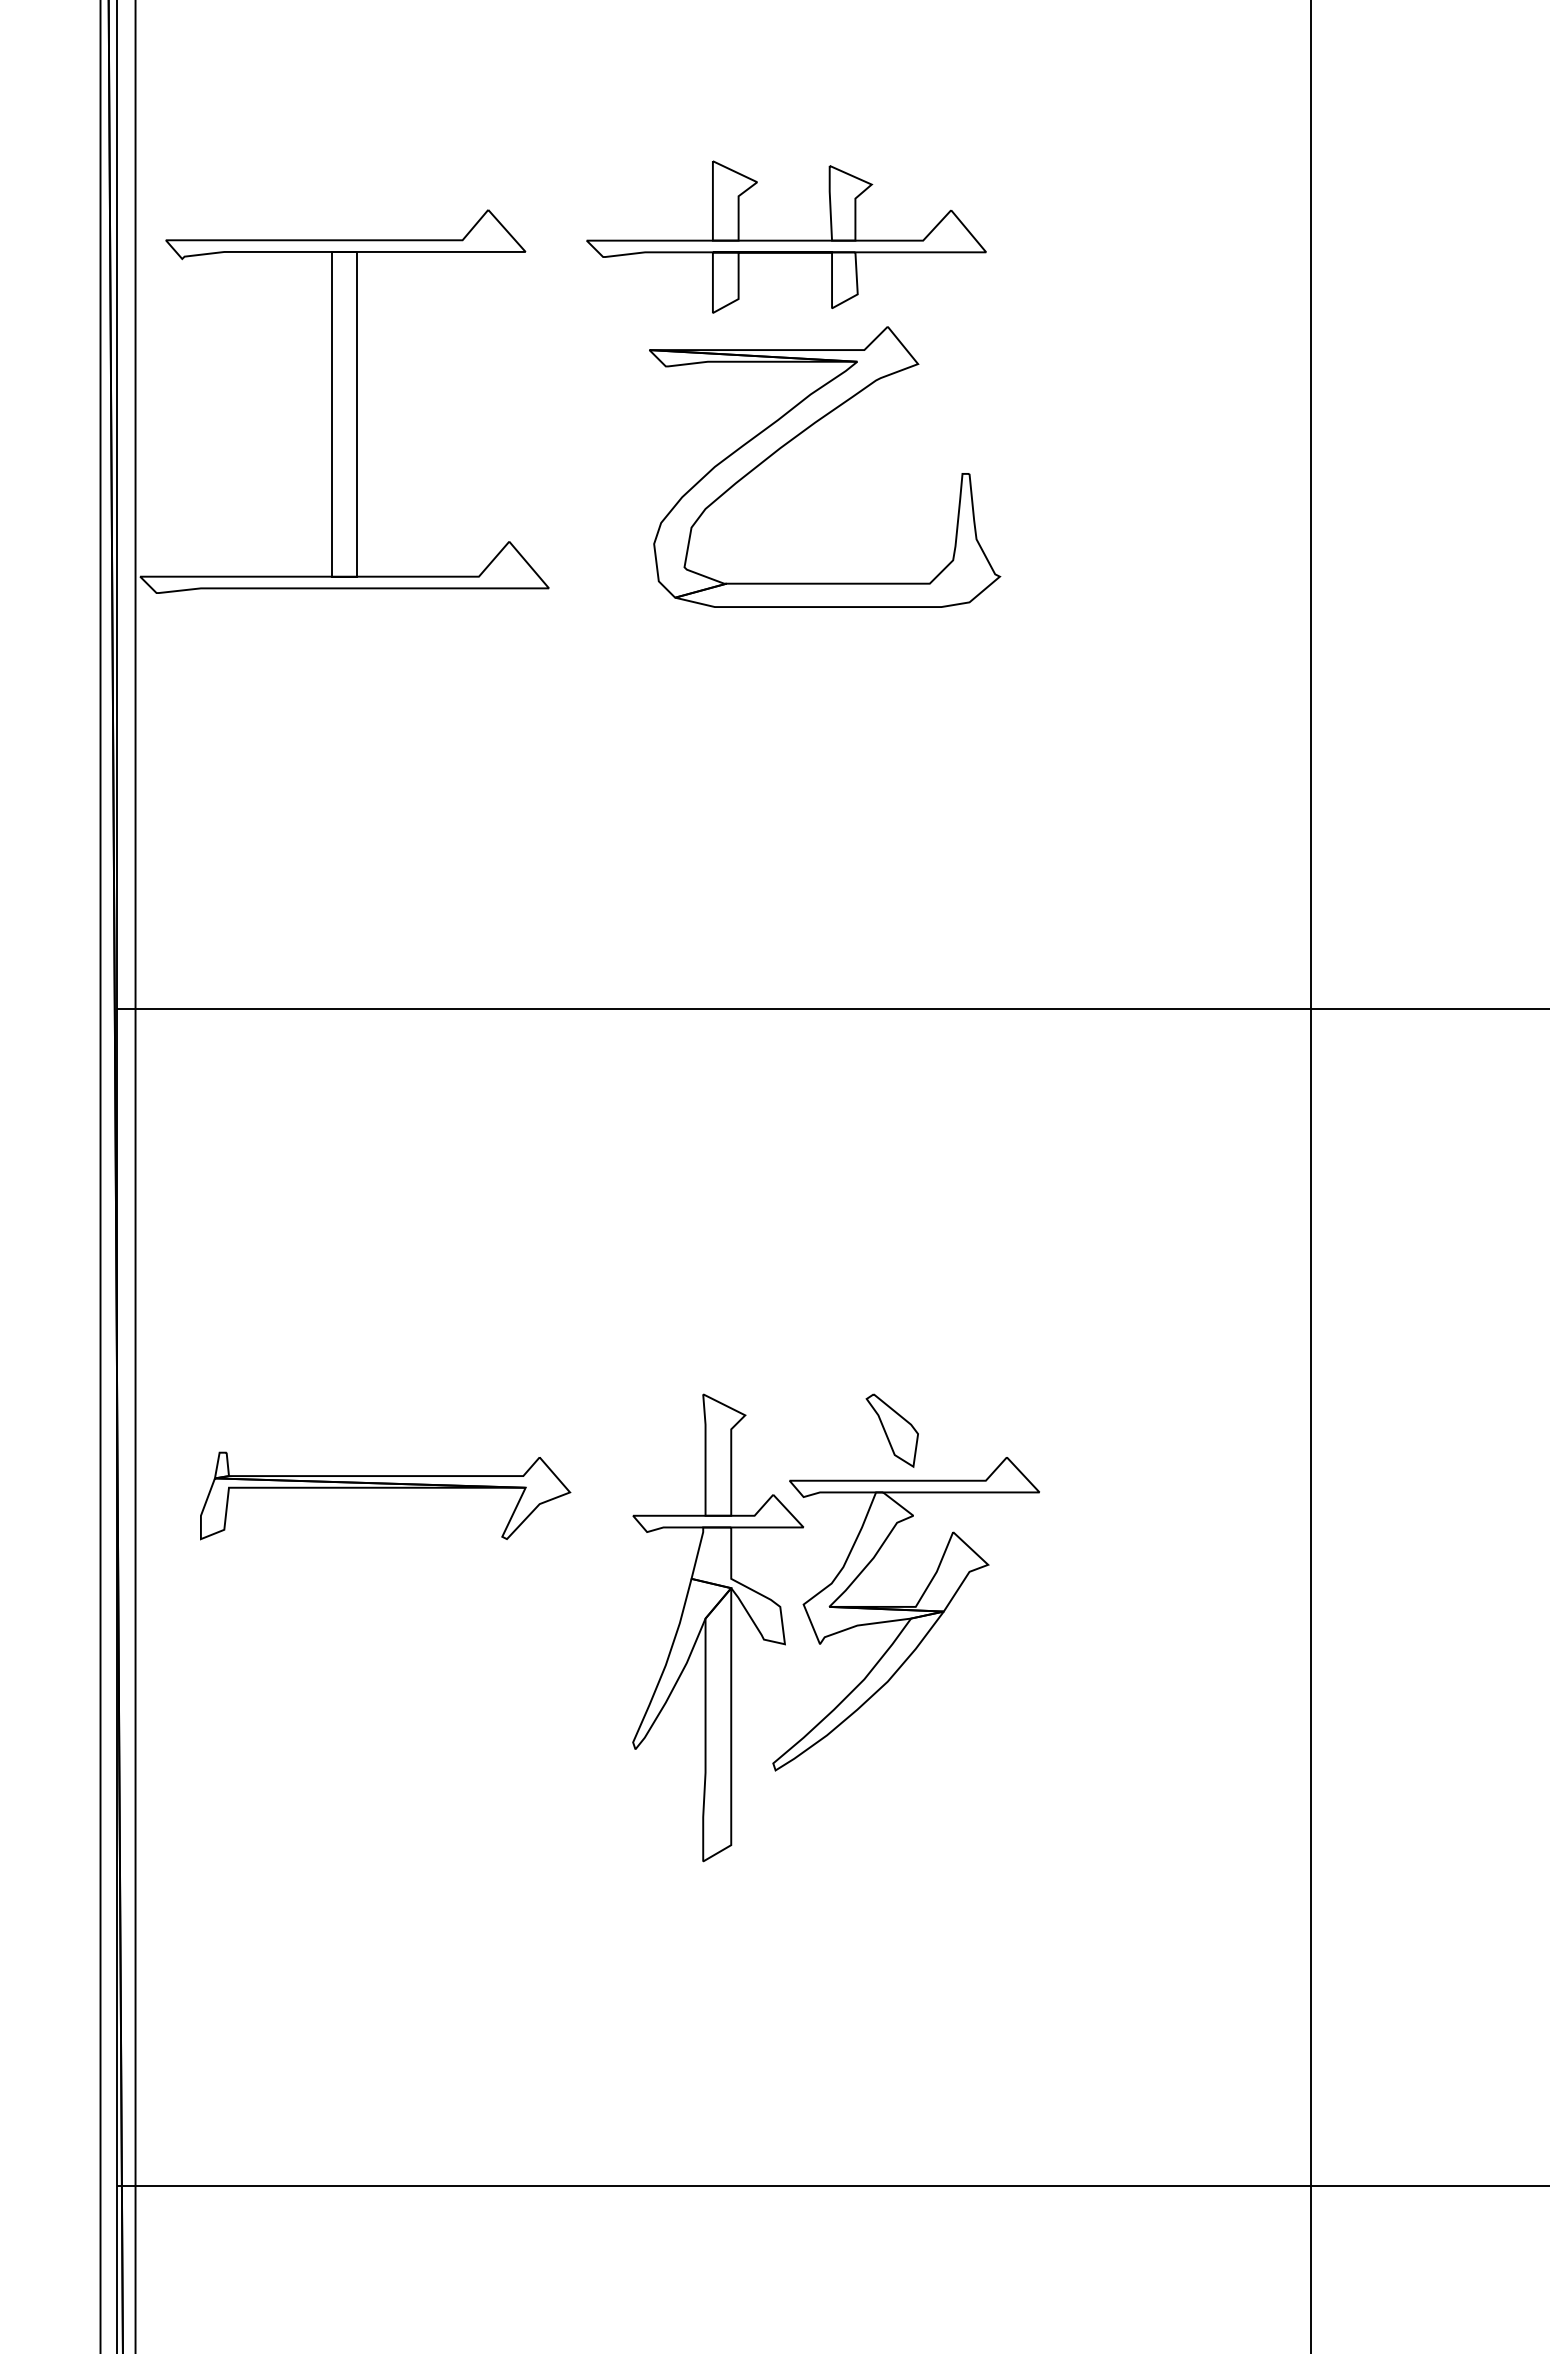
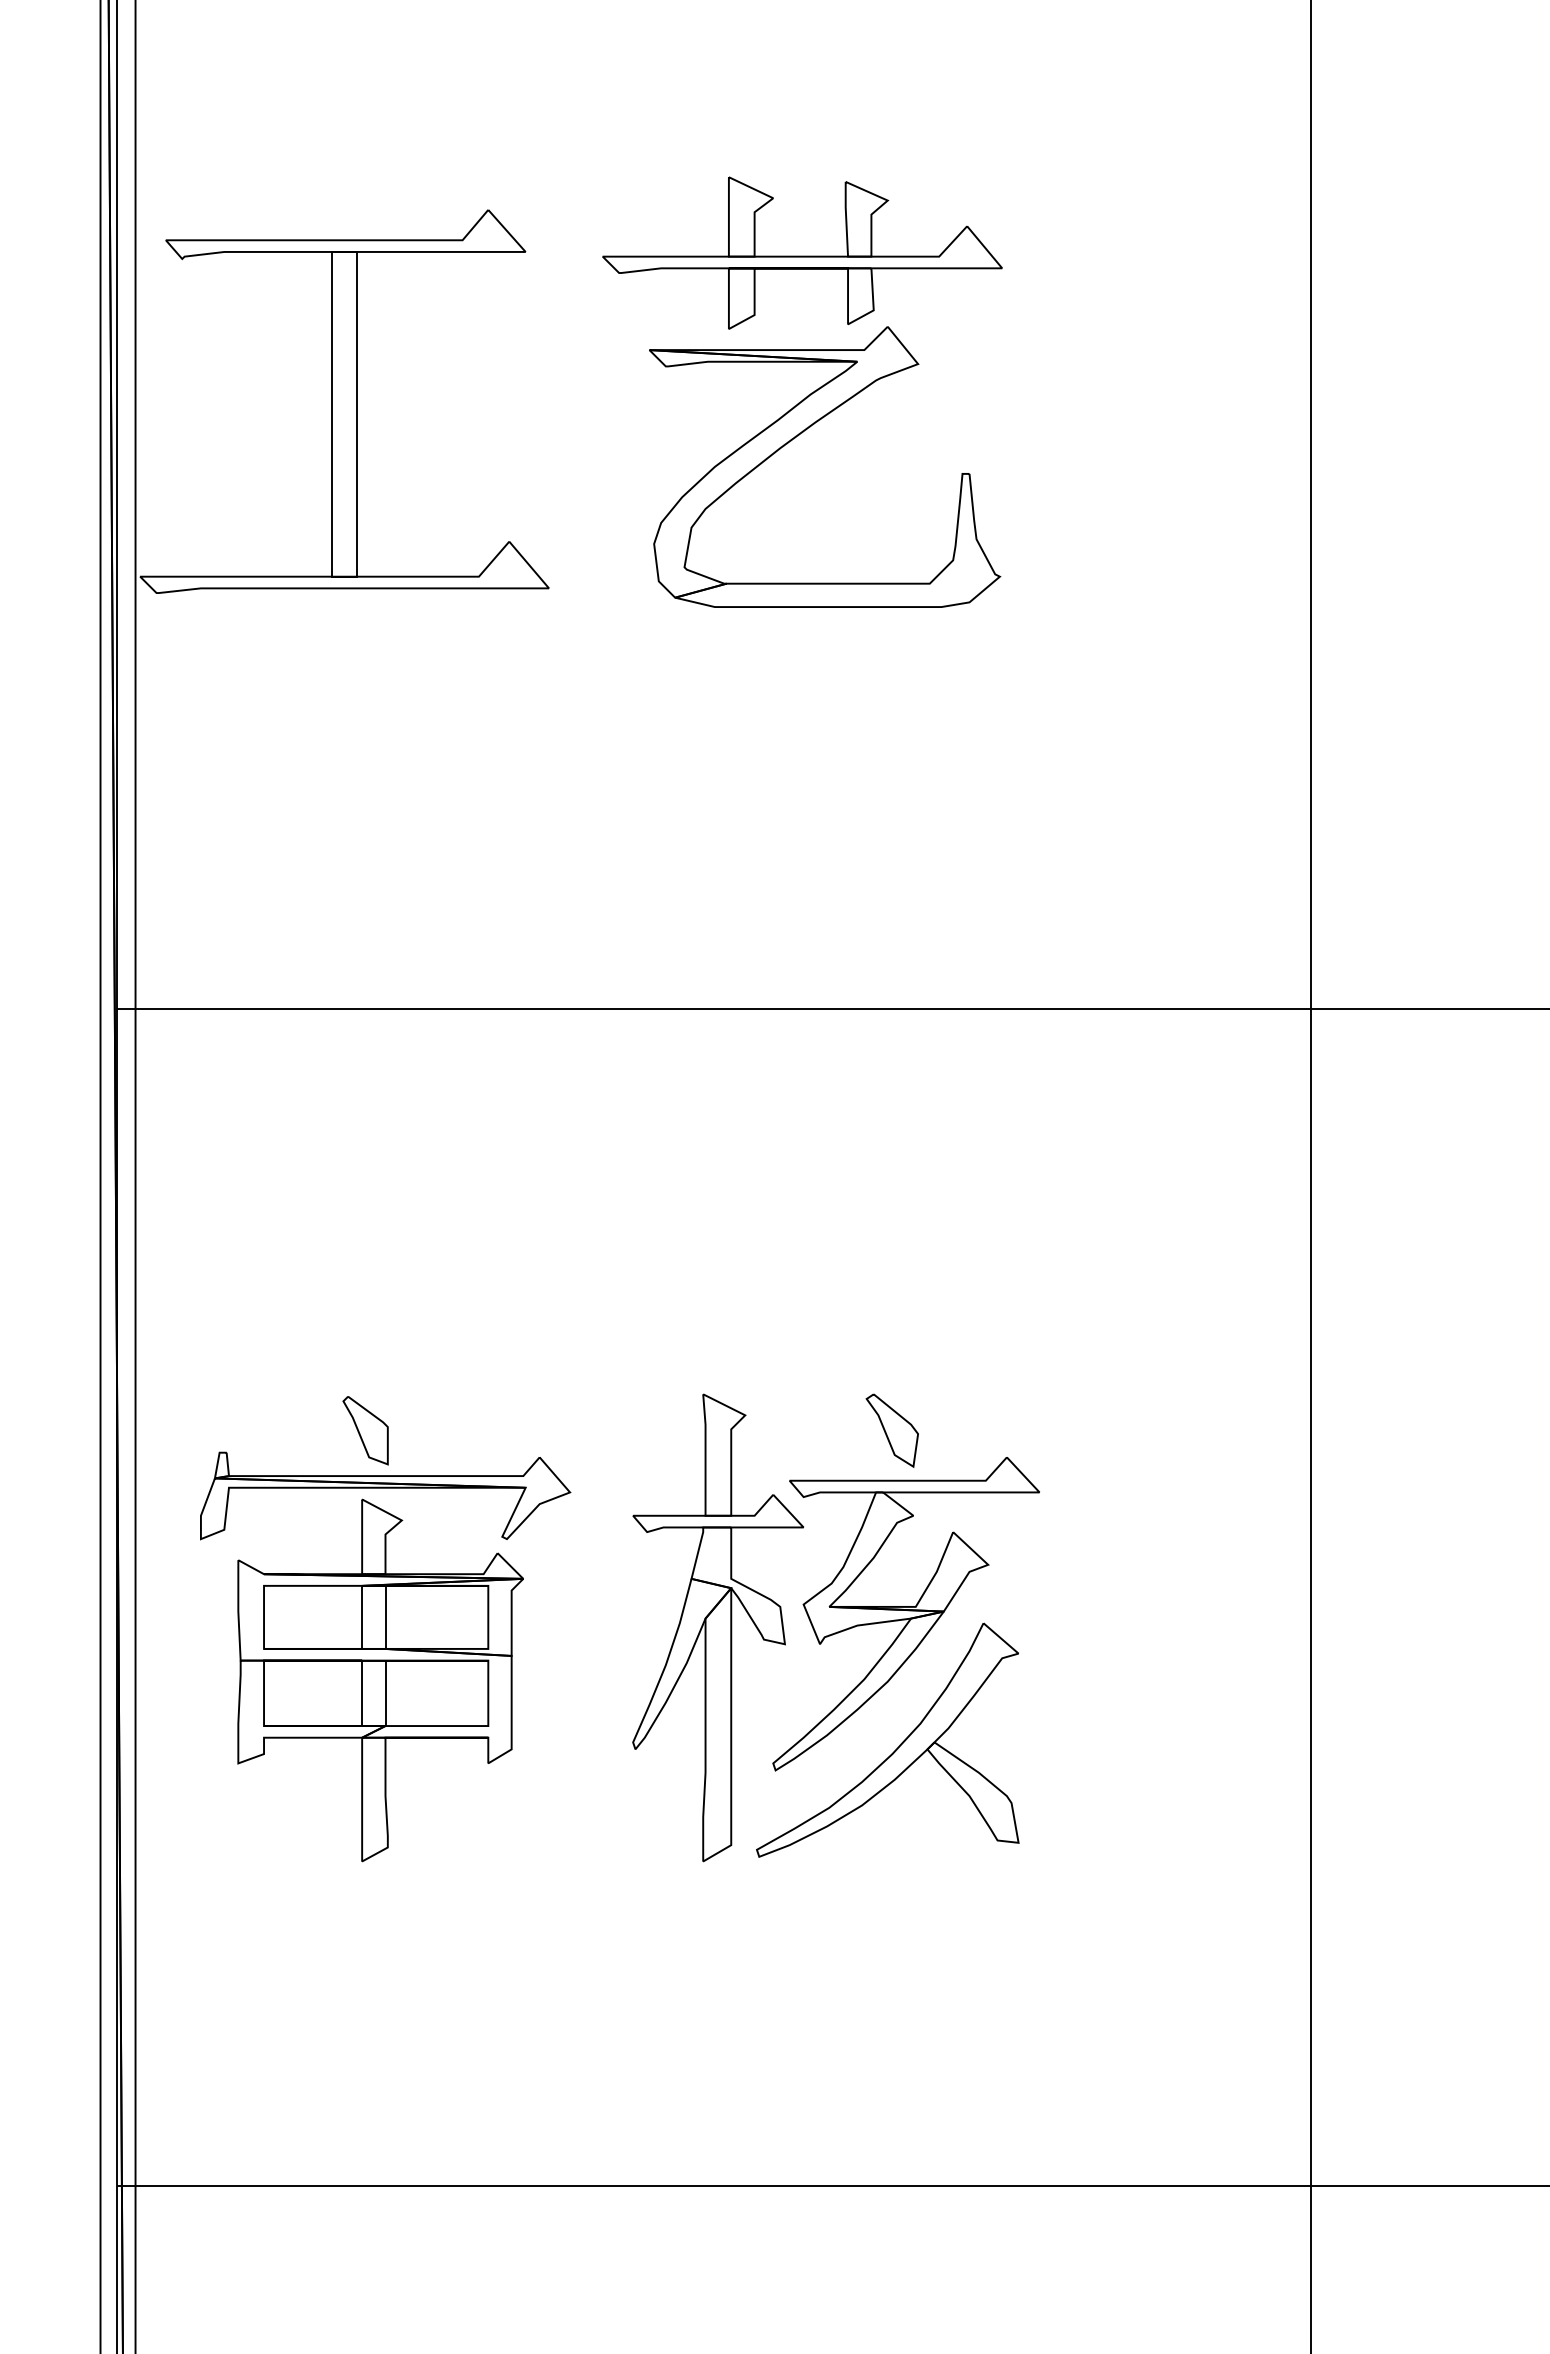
part at (786, 236) position: (786, 236) -> (802, 252)
part at (365, 1430): none -> present
part at (380, 1680): none -> present
part at (896, 1748): none -> present
